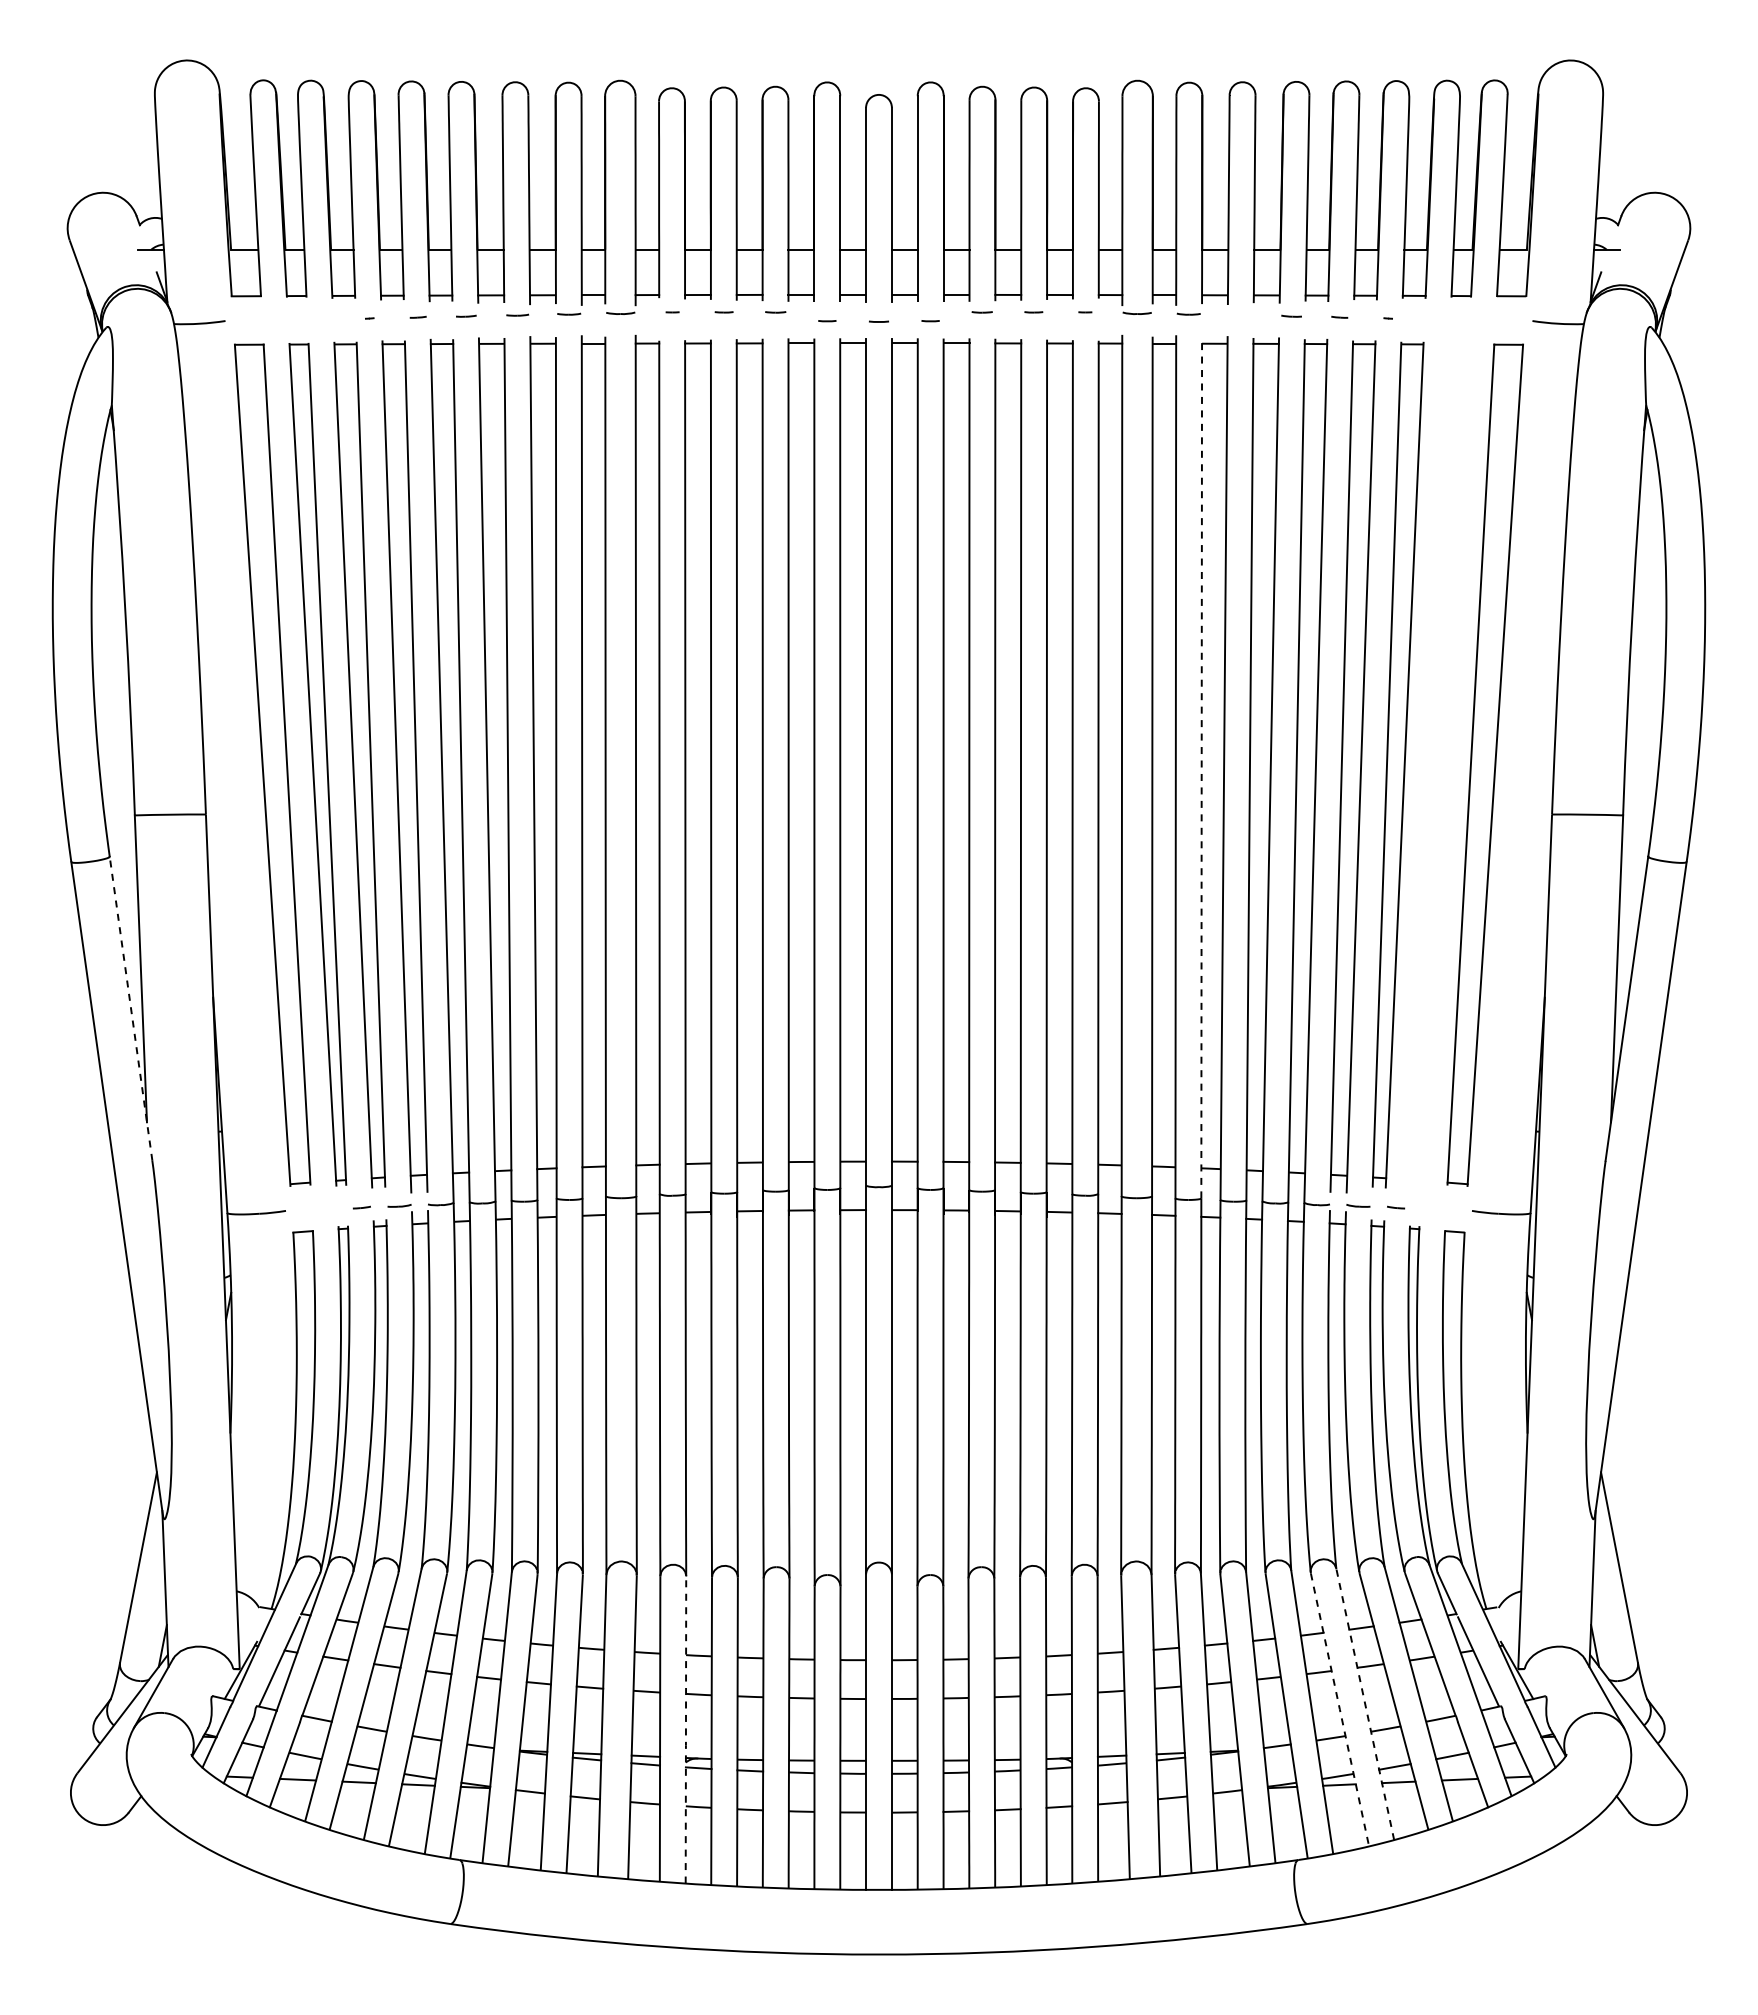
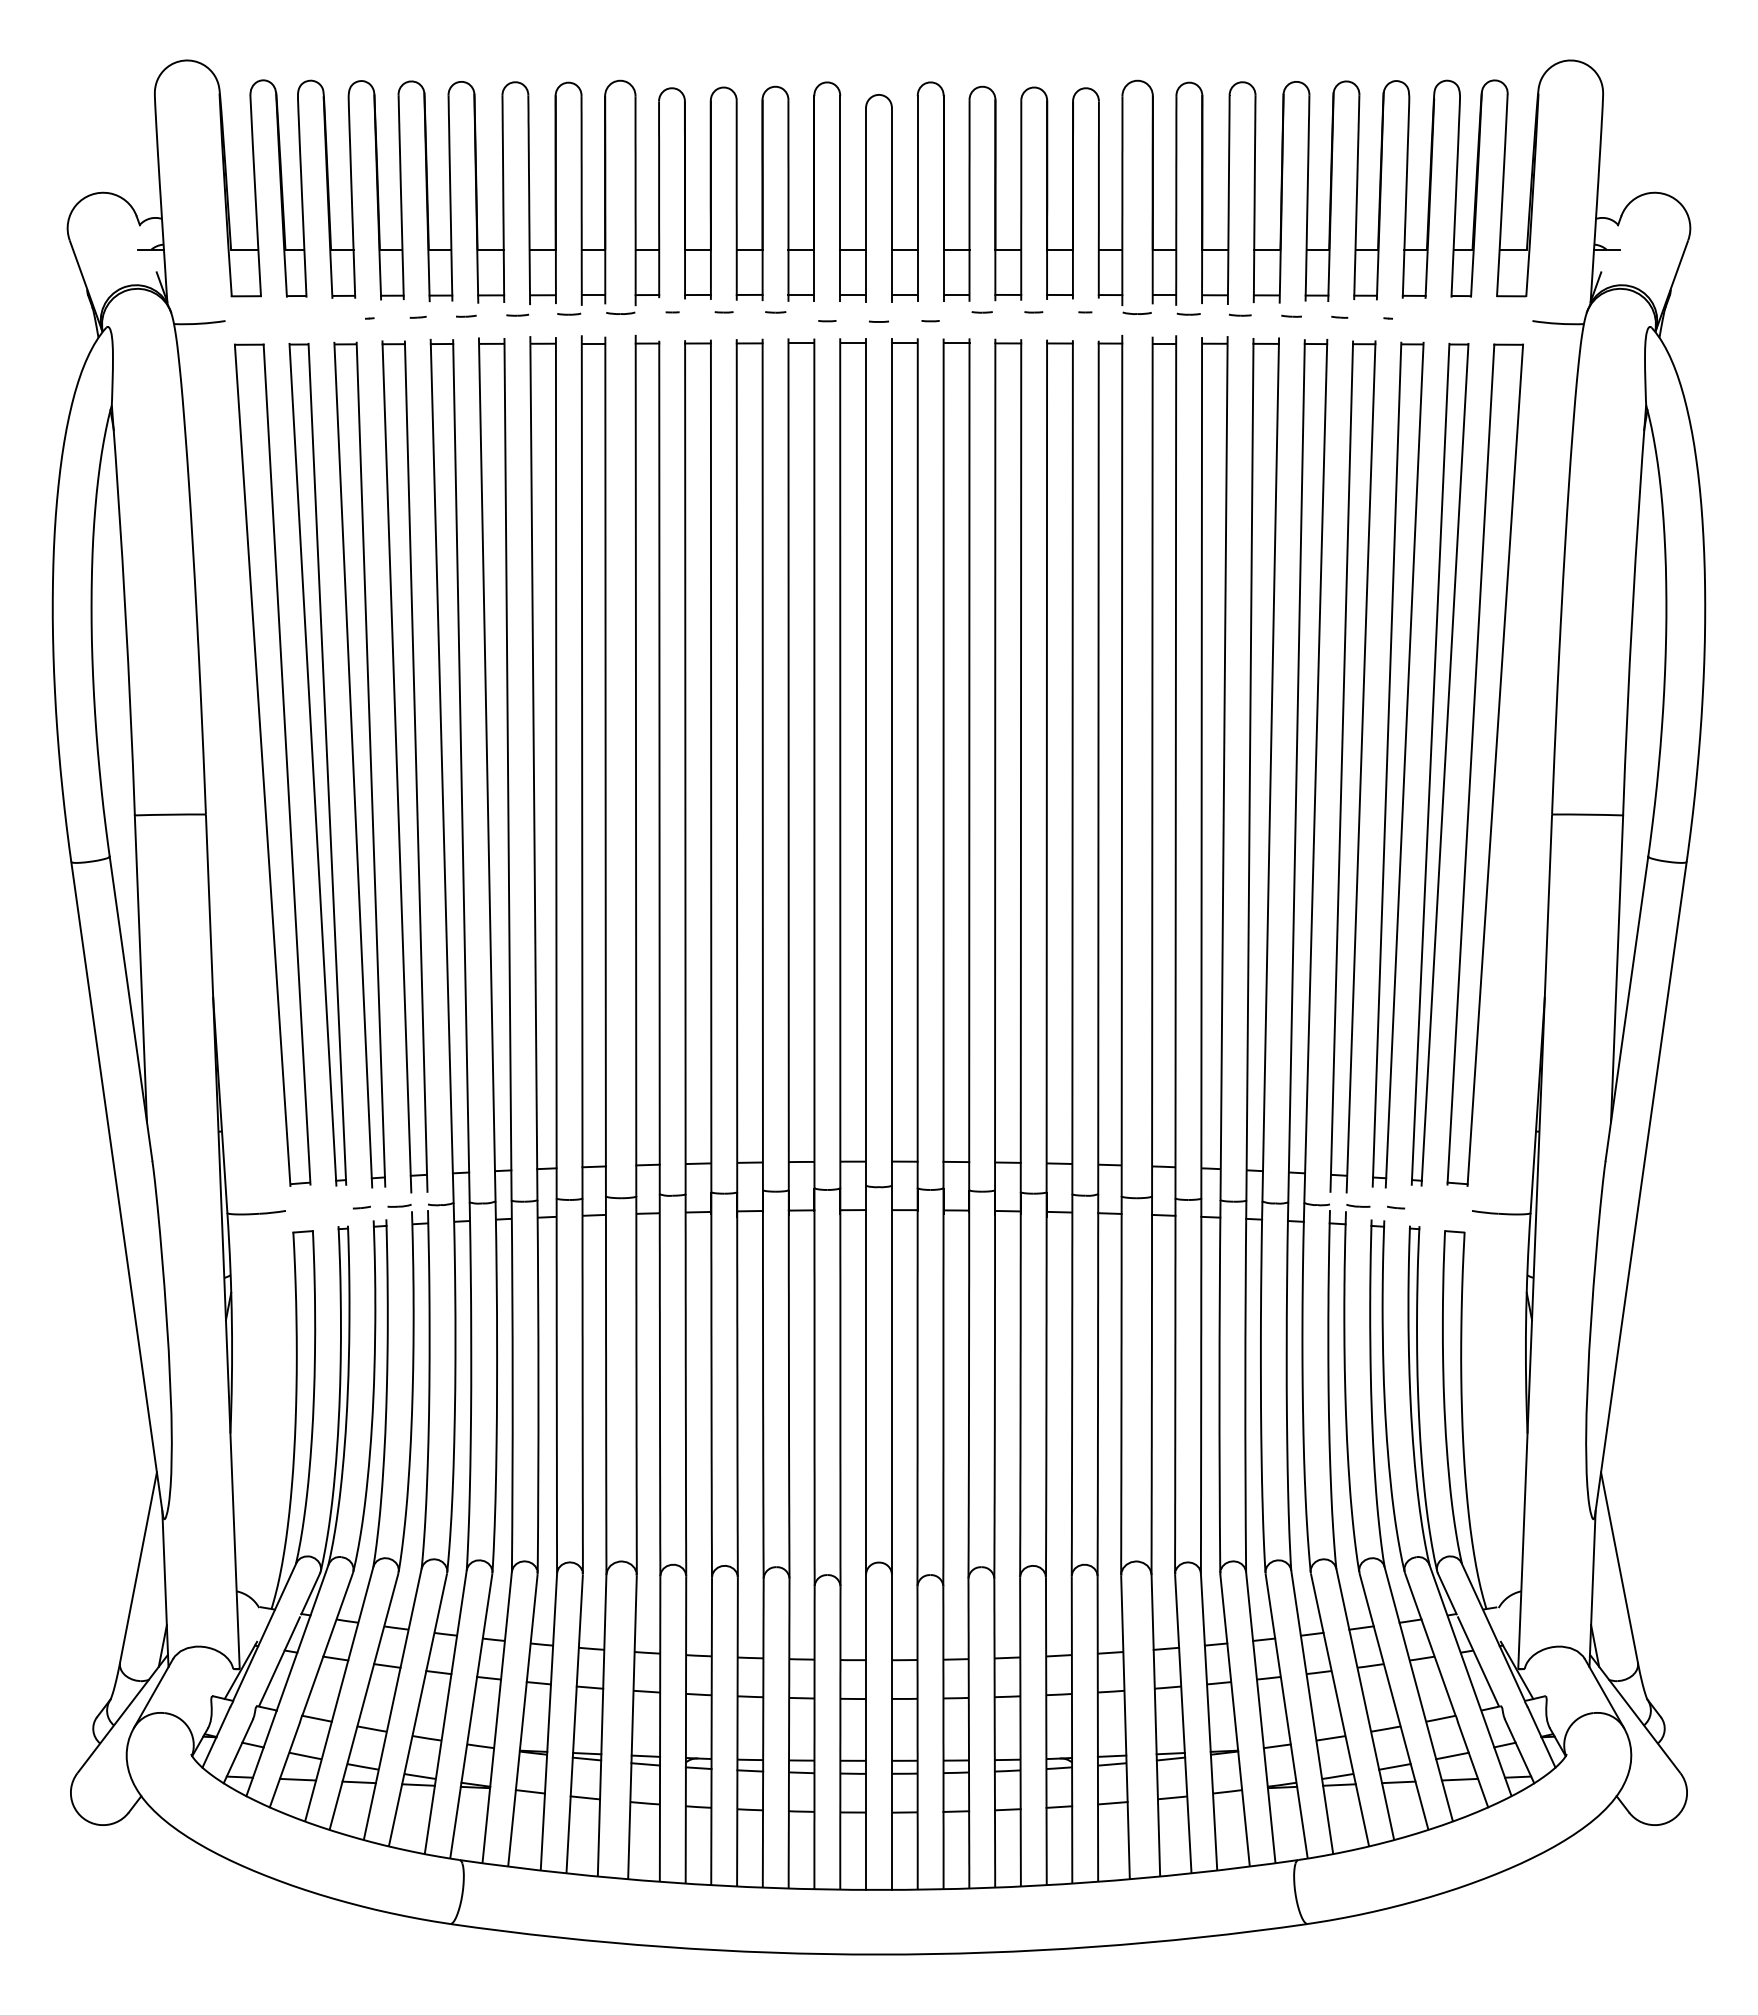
line at (1239, 314): none -> present
part at (1439, 764): none -> present
line at (1201, 767): dashed -> solid
line at (131, 1008): dashed -> solid
line at (1365, 1705): dashed -> solid
line at (1340, 1710): dashed -> solid
line at (685, 1729): dashed -> solid
